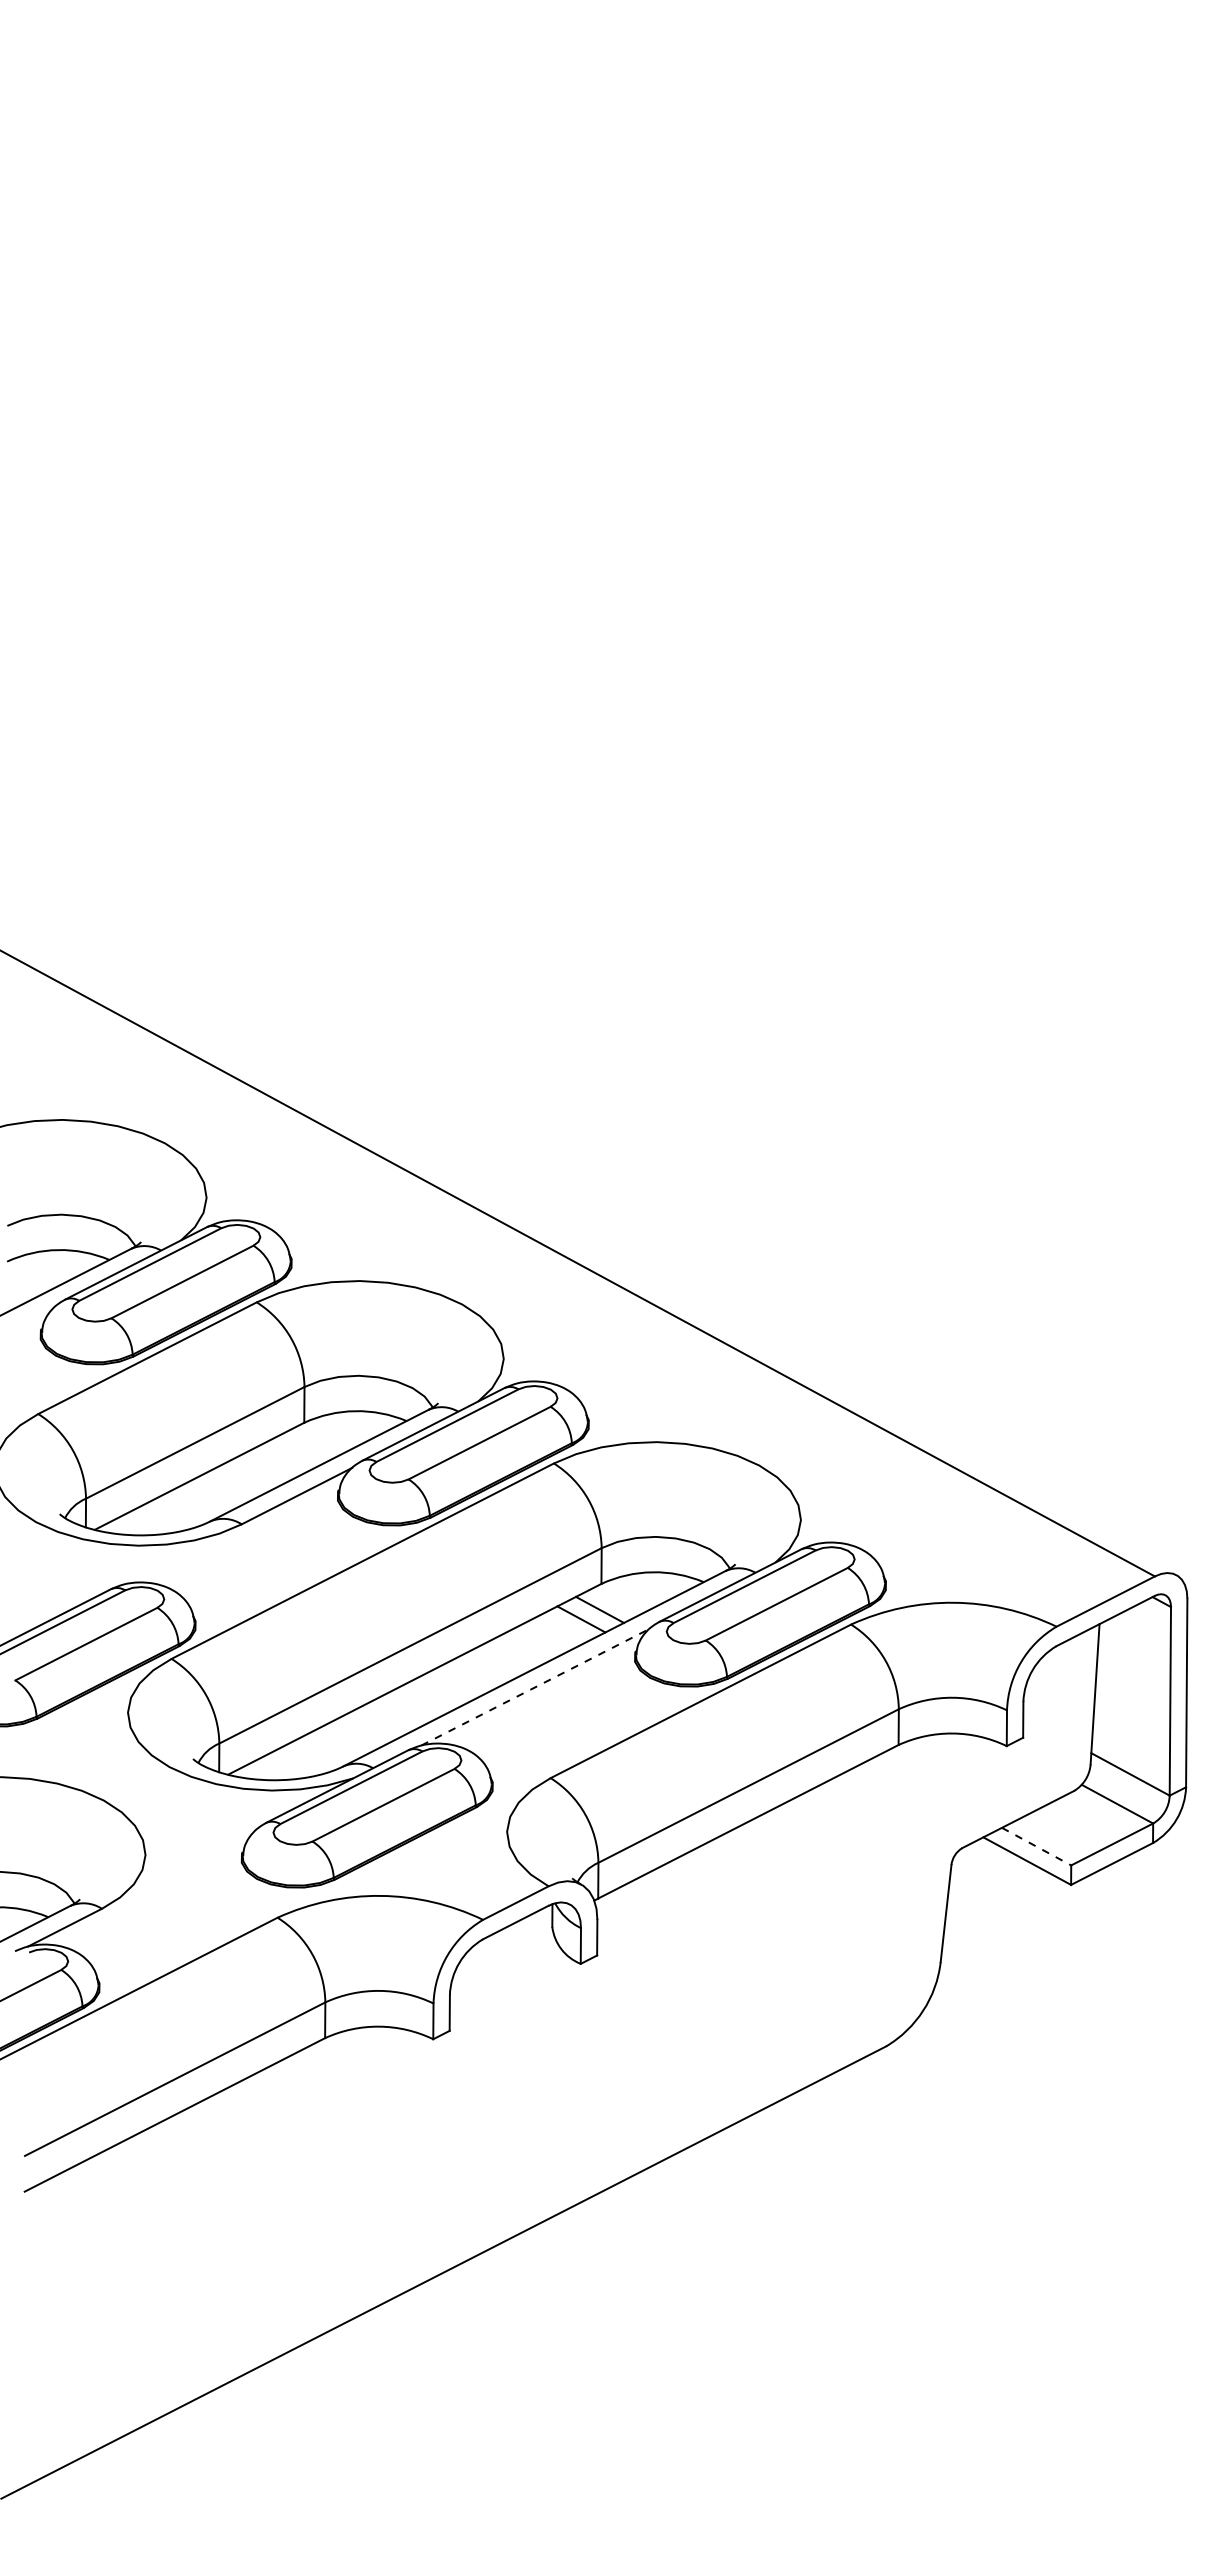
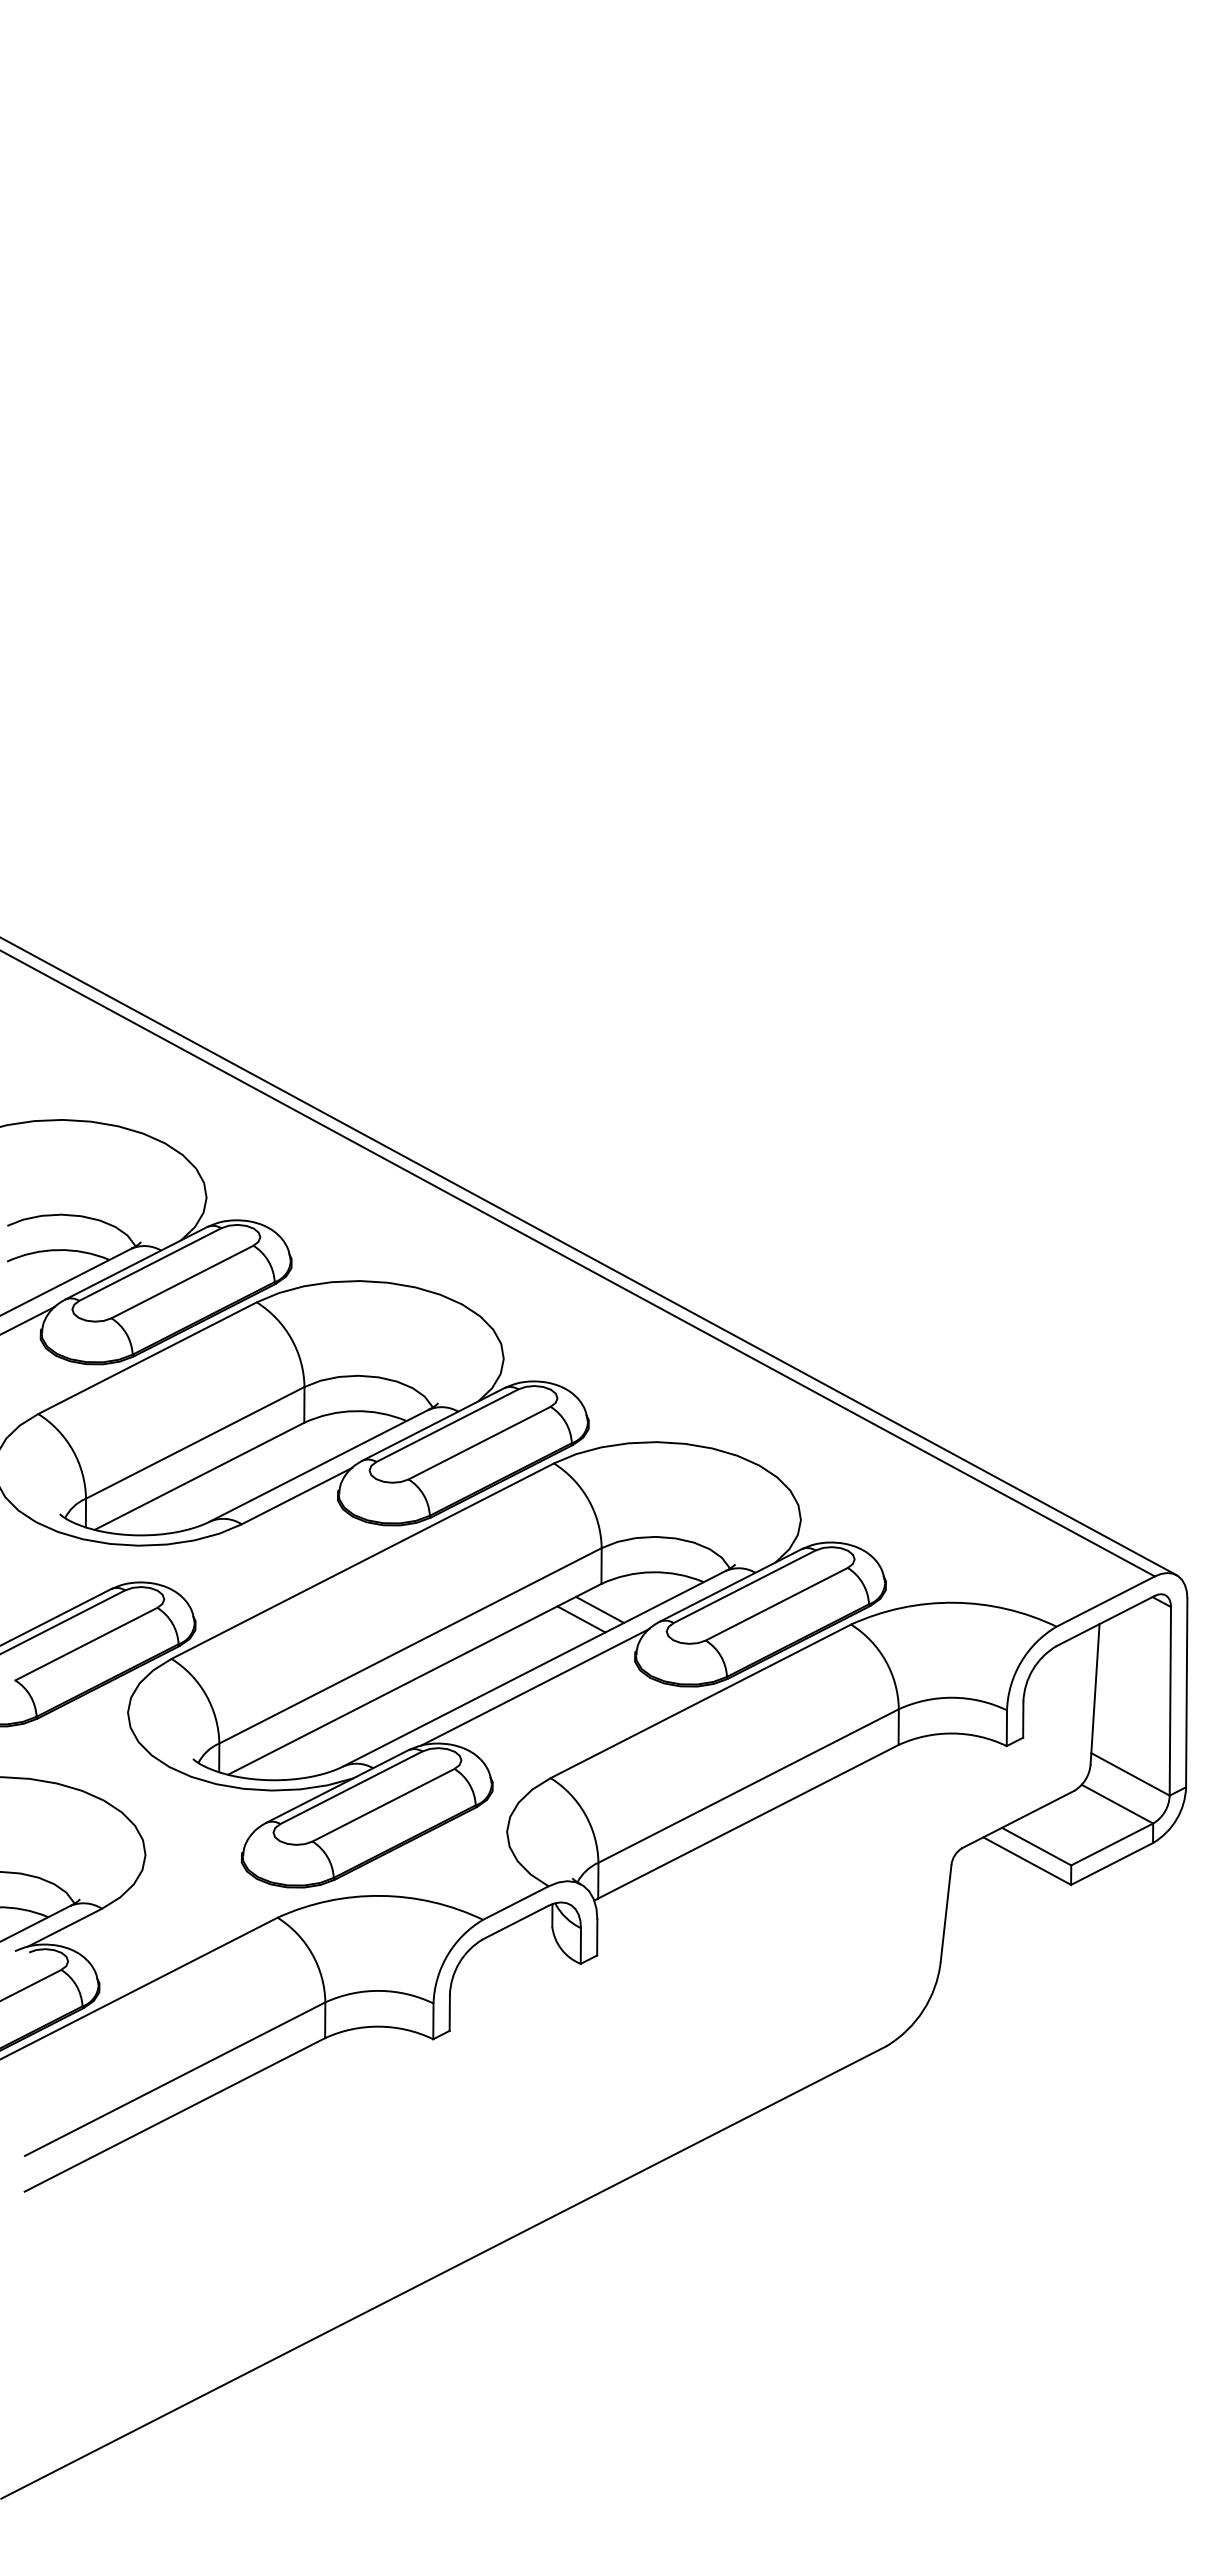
line at (589, 1256): none -> present
line at (28, 1319): none -> present
line at (535, 1687): dashed -> solid
line at (1037, 1846): dashed -> solid
